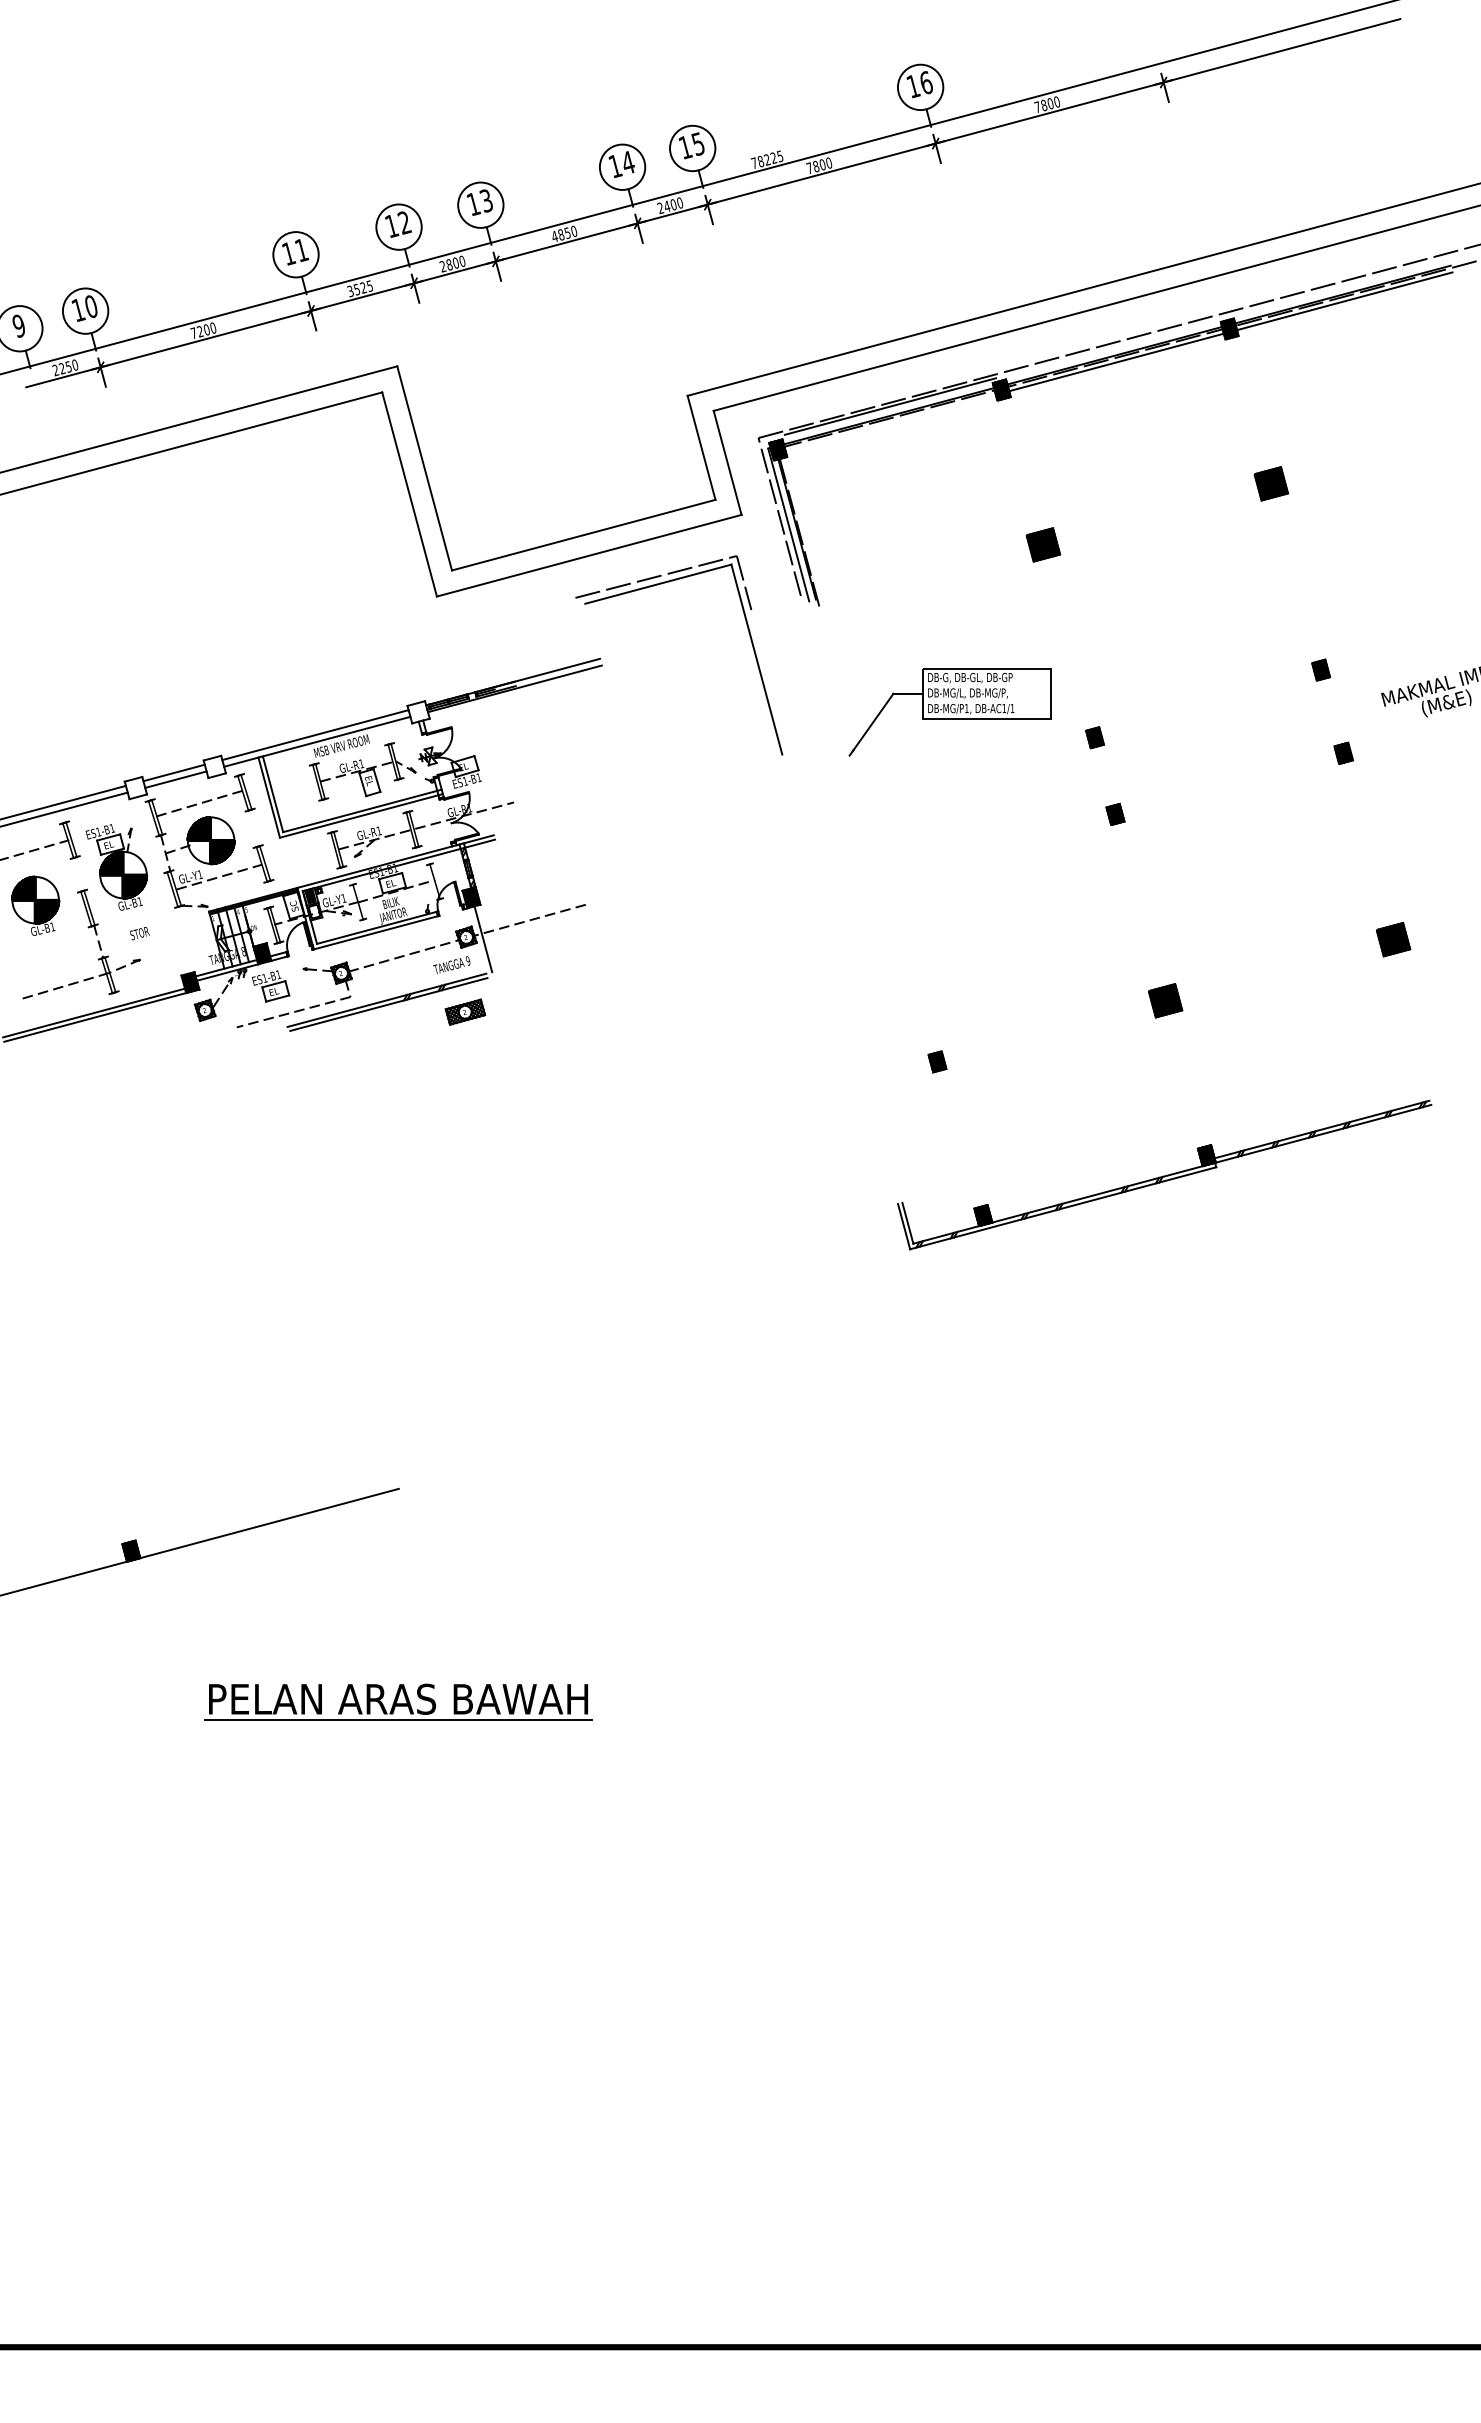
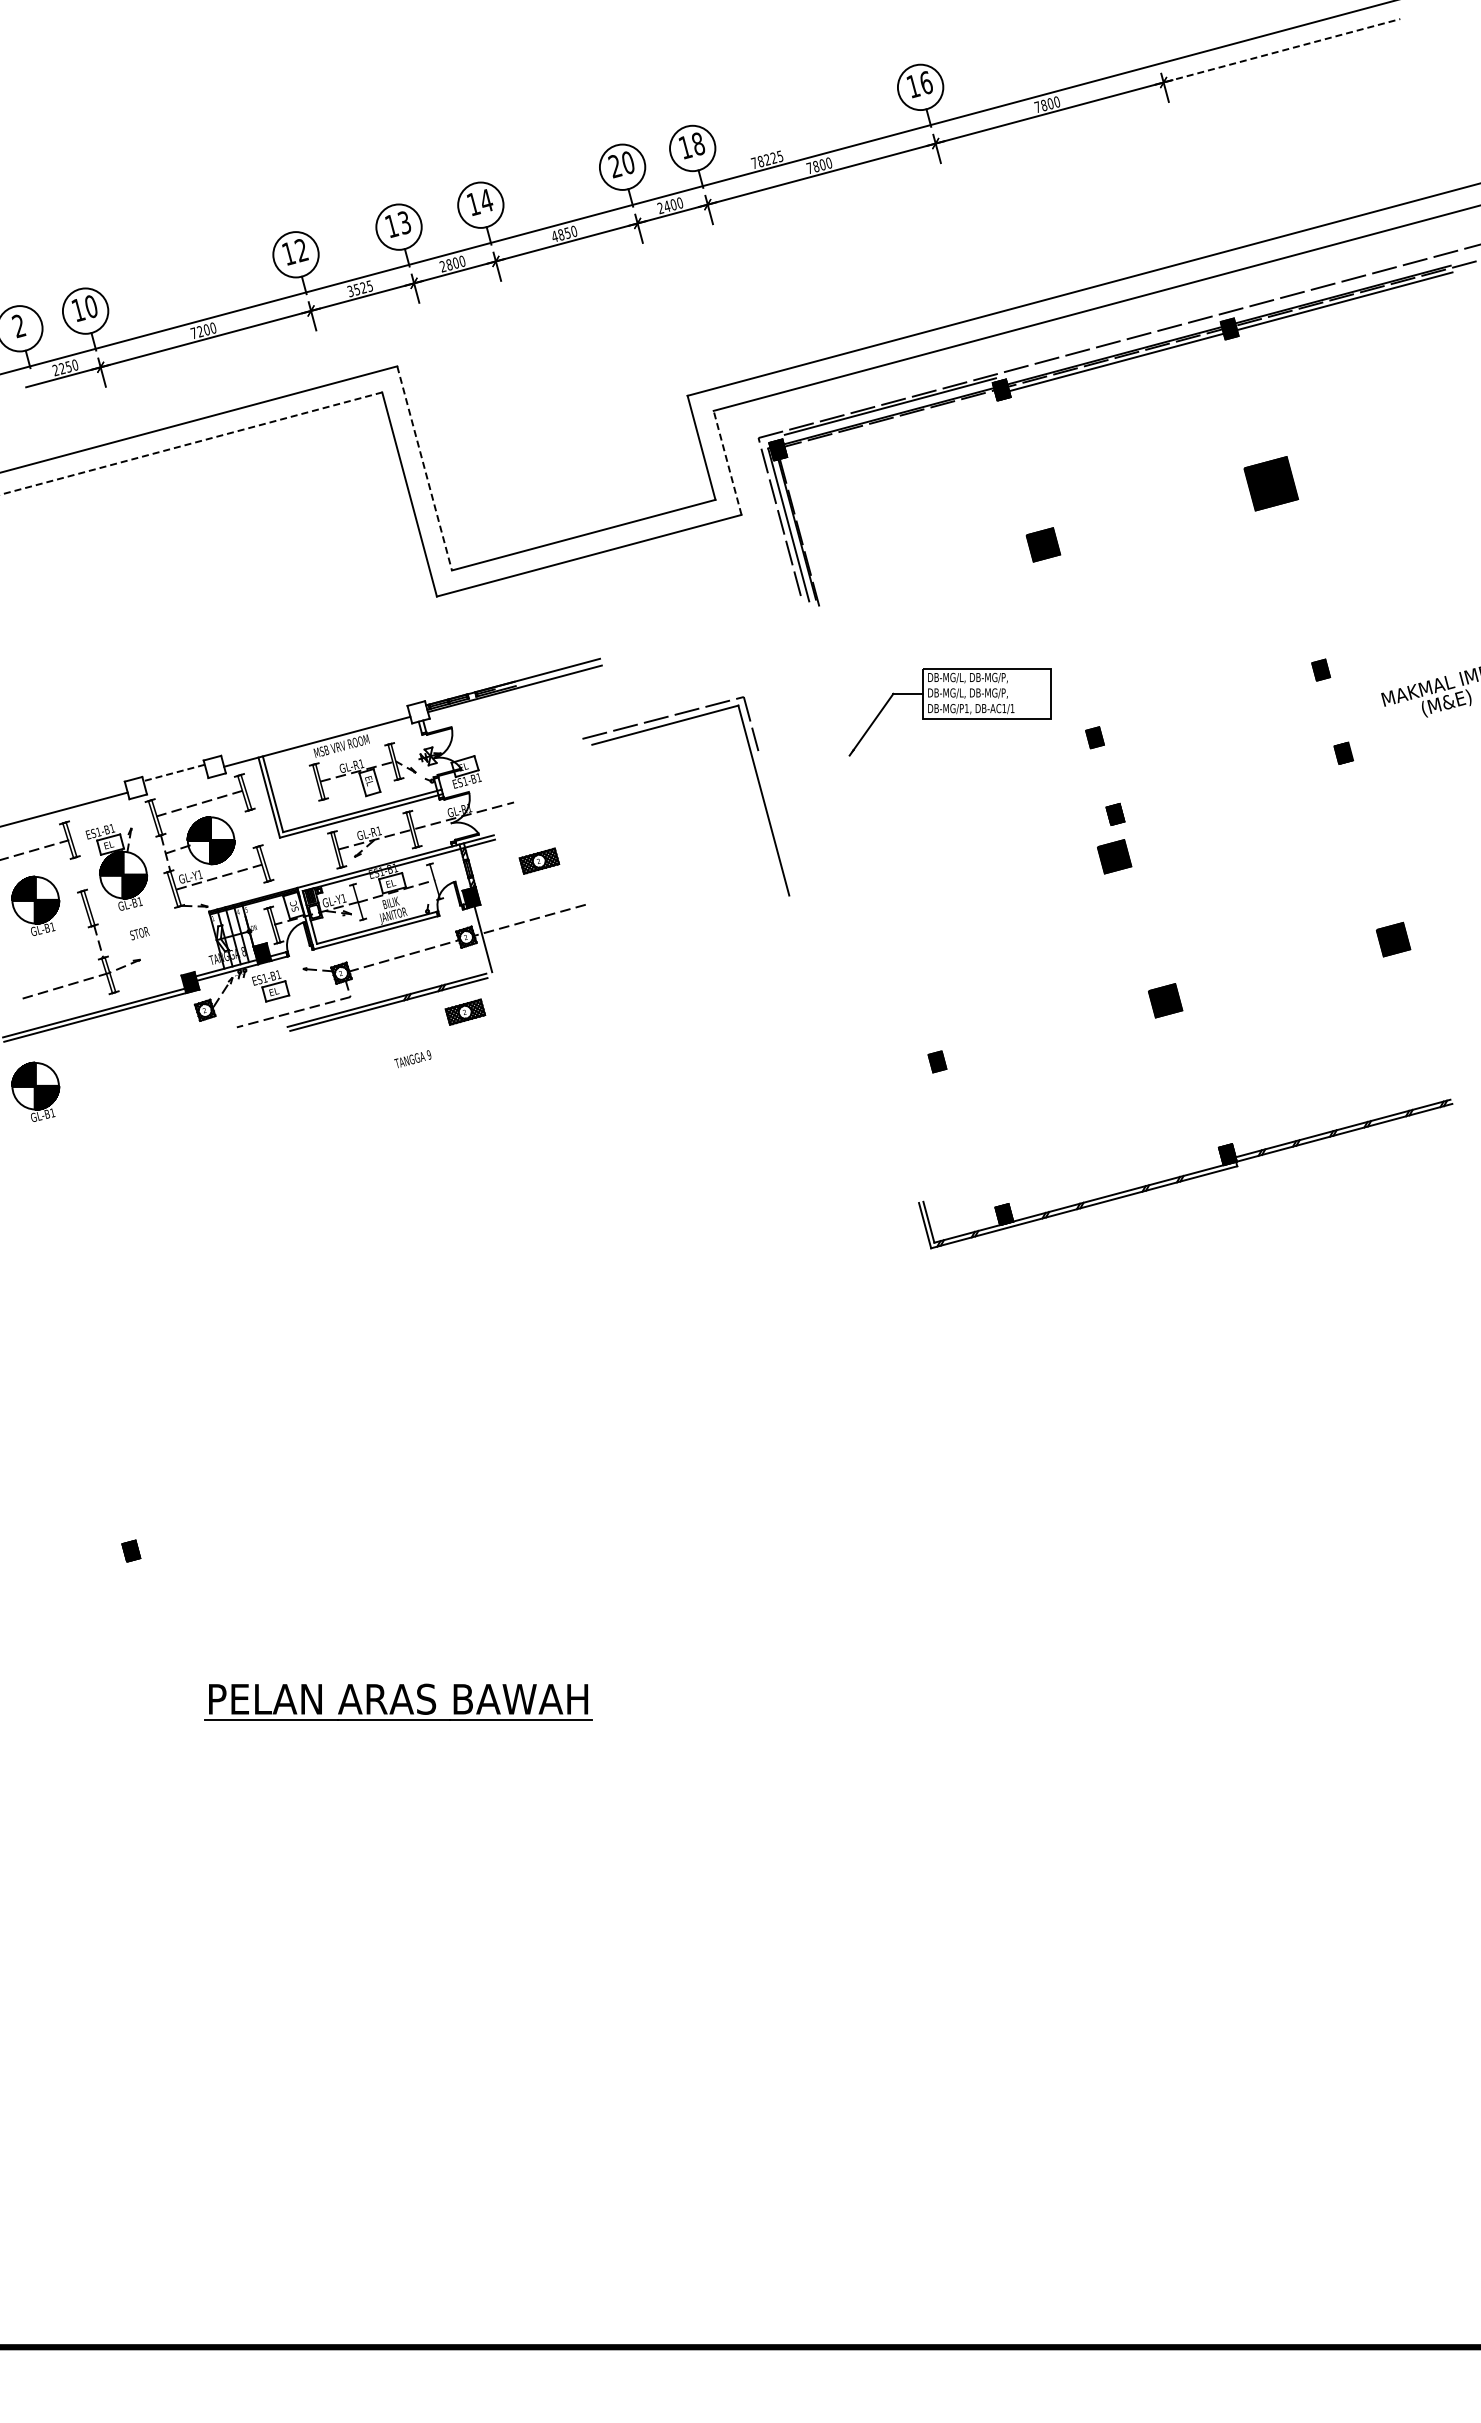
line at (1278, 51): solid -> dashed
text at (698, 143): 15 -> 18
text at (621, 164): 14 -> 20
text at (486, 200): 13 -> 14
text at (404, 222): 12 -> 13
text at (301, 250): 11 -> 12
text at (18, 326): 9 -> 2
line at (192, 443): solid -> dashed
line at (727, 462): solid -> dashed
line at (424, 468): solid -> dashed
part at (1271, 483) size: 37x36 px -> 57x56 px
part at (748, 633) position: (748, 633) -> (755, 774)
text at (977, 677): DB-G, DB-GL, DB-GP -> DB-MG/L, DB-MG/P,
line at (315, 735): present -> none
line at (174, 772): solid -> dashed
line at (175, 779): present -> none
line at (63, 801): present -> none
part at (1114, 856): none -> present
part at (539, 860): none -> present
text at (451, 965) position: (451, 965) -> (412, 1059)
part at (35, 1091): none -> present
part at (1164, 1174) position: (1164, 1174) -> (1185, 1173)
line at (200, 1541): present -> none
